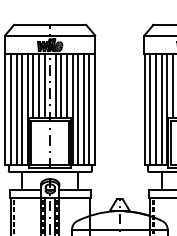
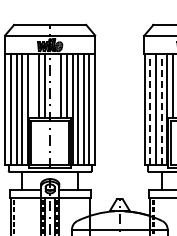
line at (33, 85): present -> none
line at (55, 85): present -> none
line at (150, 109): solid -> dashed
line at (161, 109): solid -> dashed
